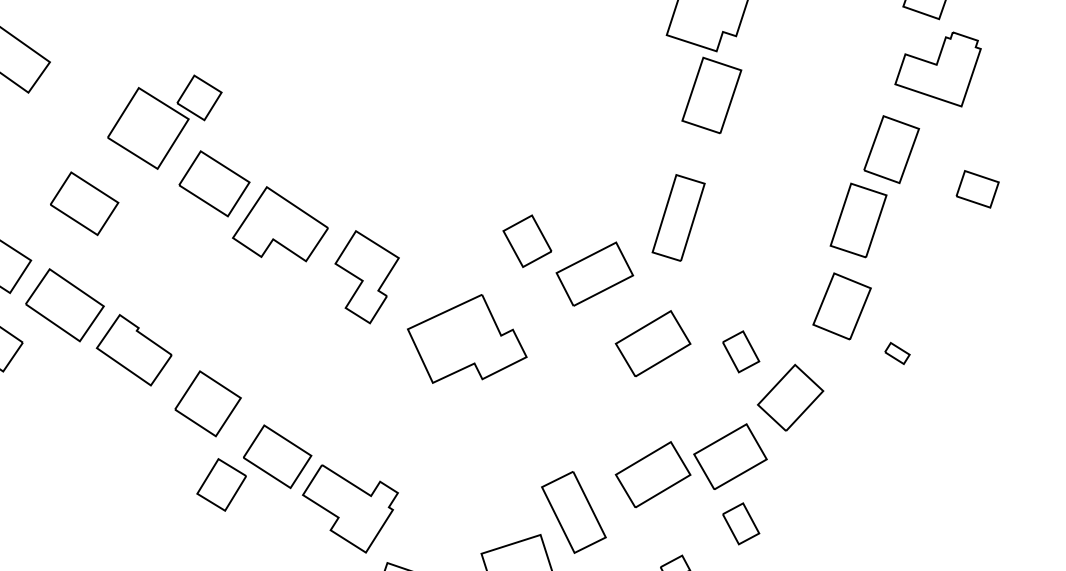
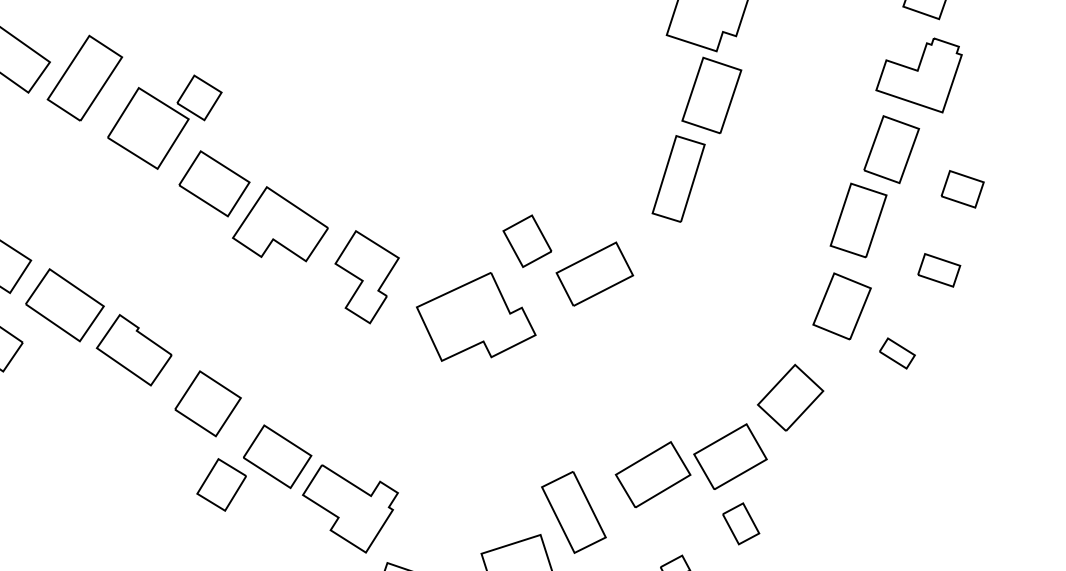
part at (937, 69) position: (937, 69) -> (918, 75)
part at (84, 77): none -> present
part at (977, 189) position: (977, 189) -> (962, 189)
part at (84, 203): present -> none
part at (678, 217) position: (678, 217) -> (678, 178)
part at (939, 270): none -> present
part at (467, 338) position: (467, 338) -> (476, 316)
part at (652, 343): present -> none
part at (741, 351): present -> none
part at (897, 352) size: 27x24 px -> 37x33 px
